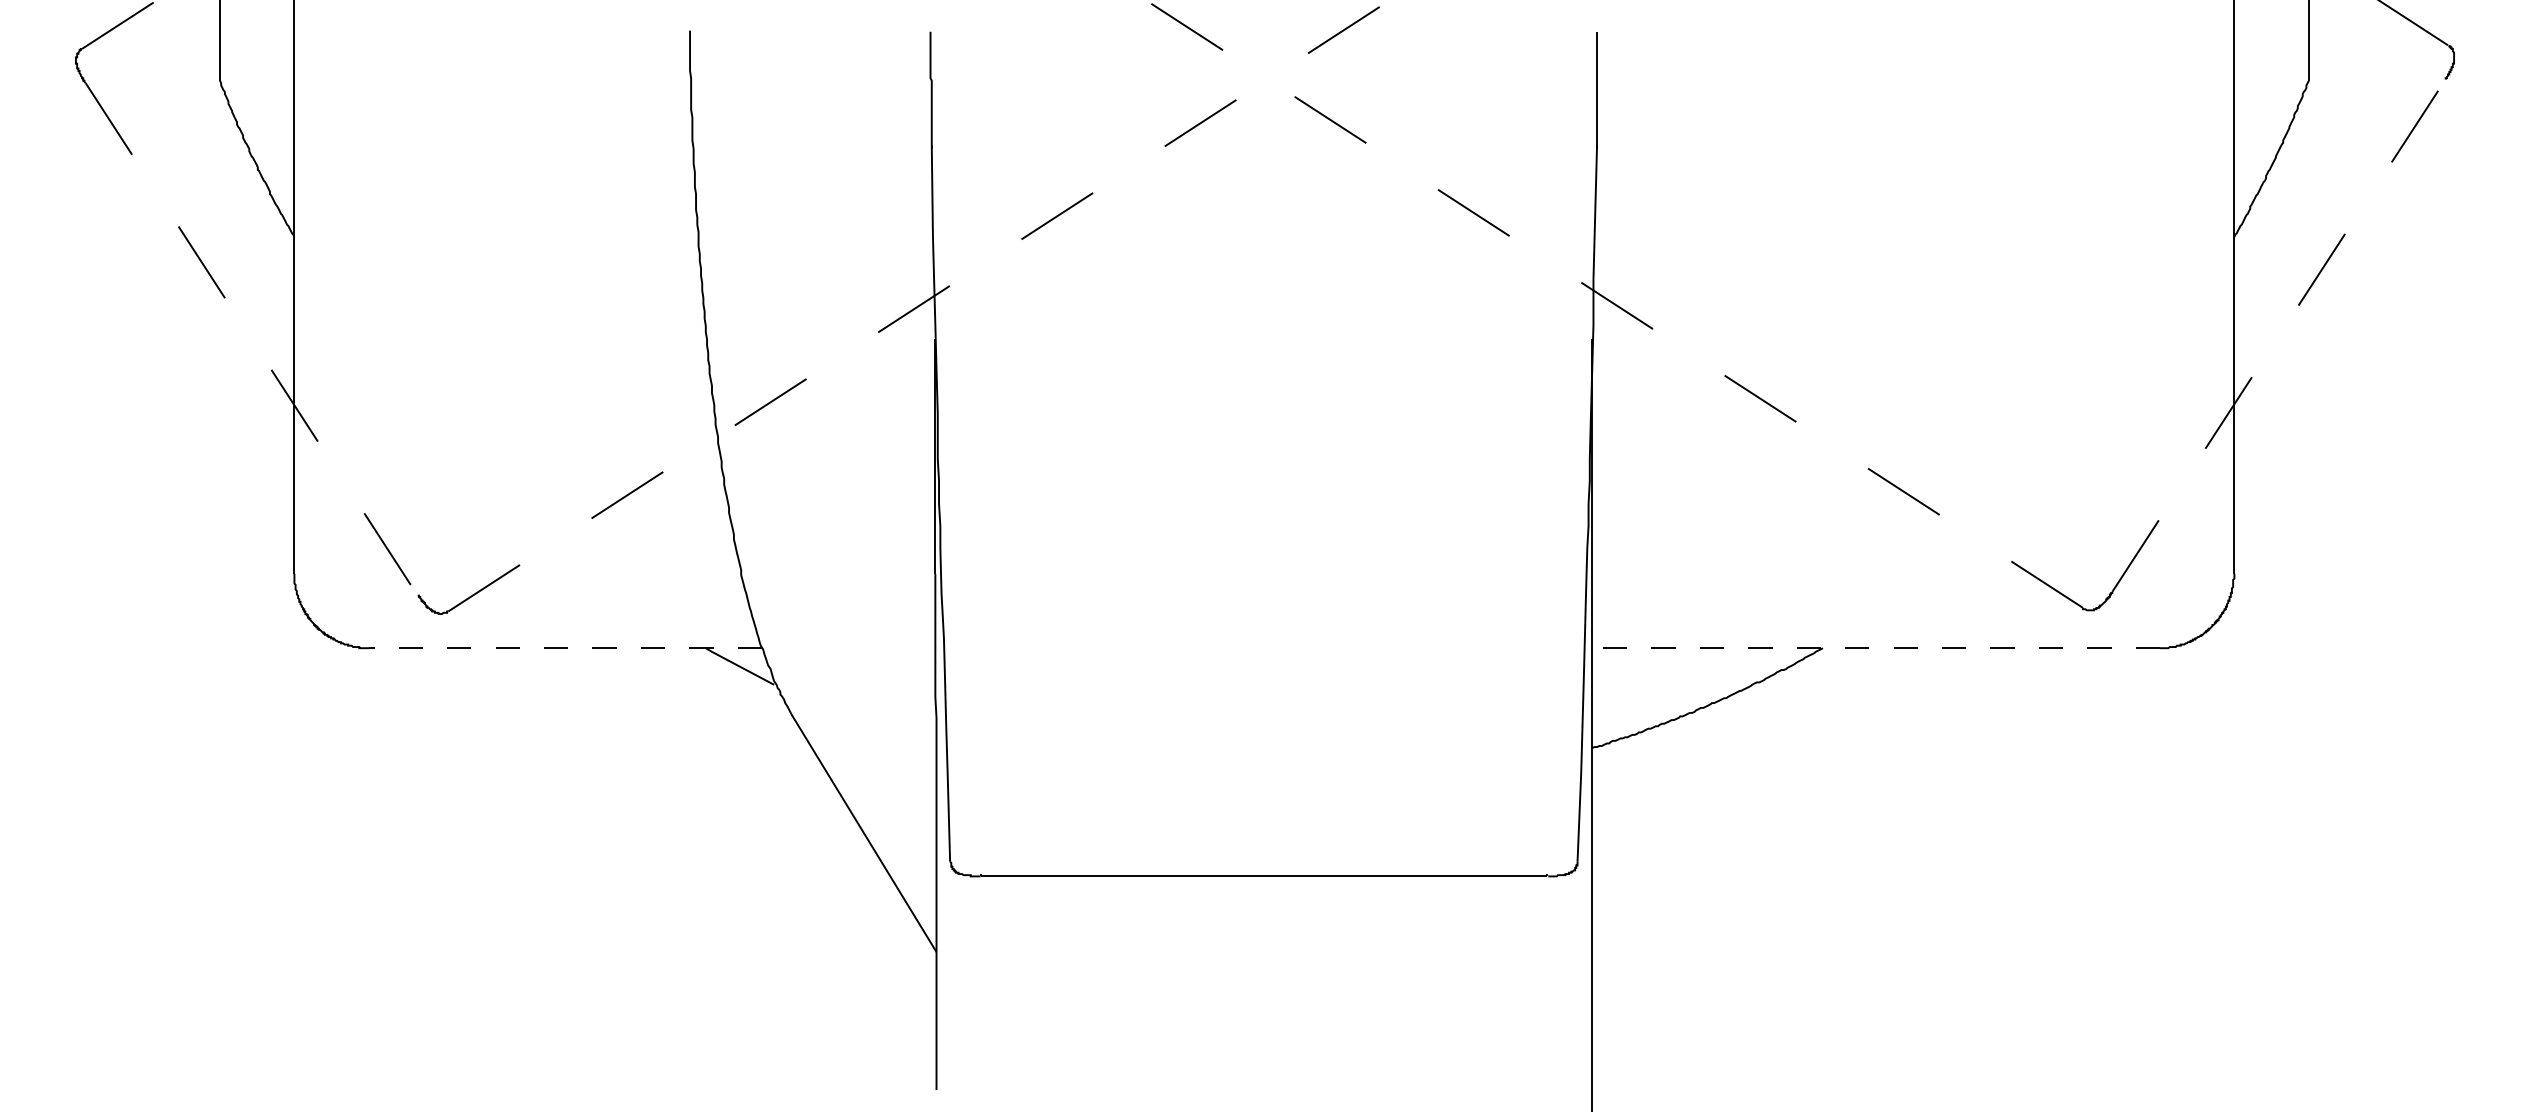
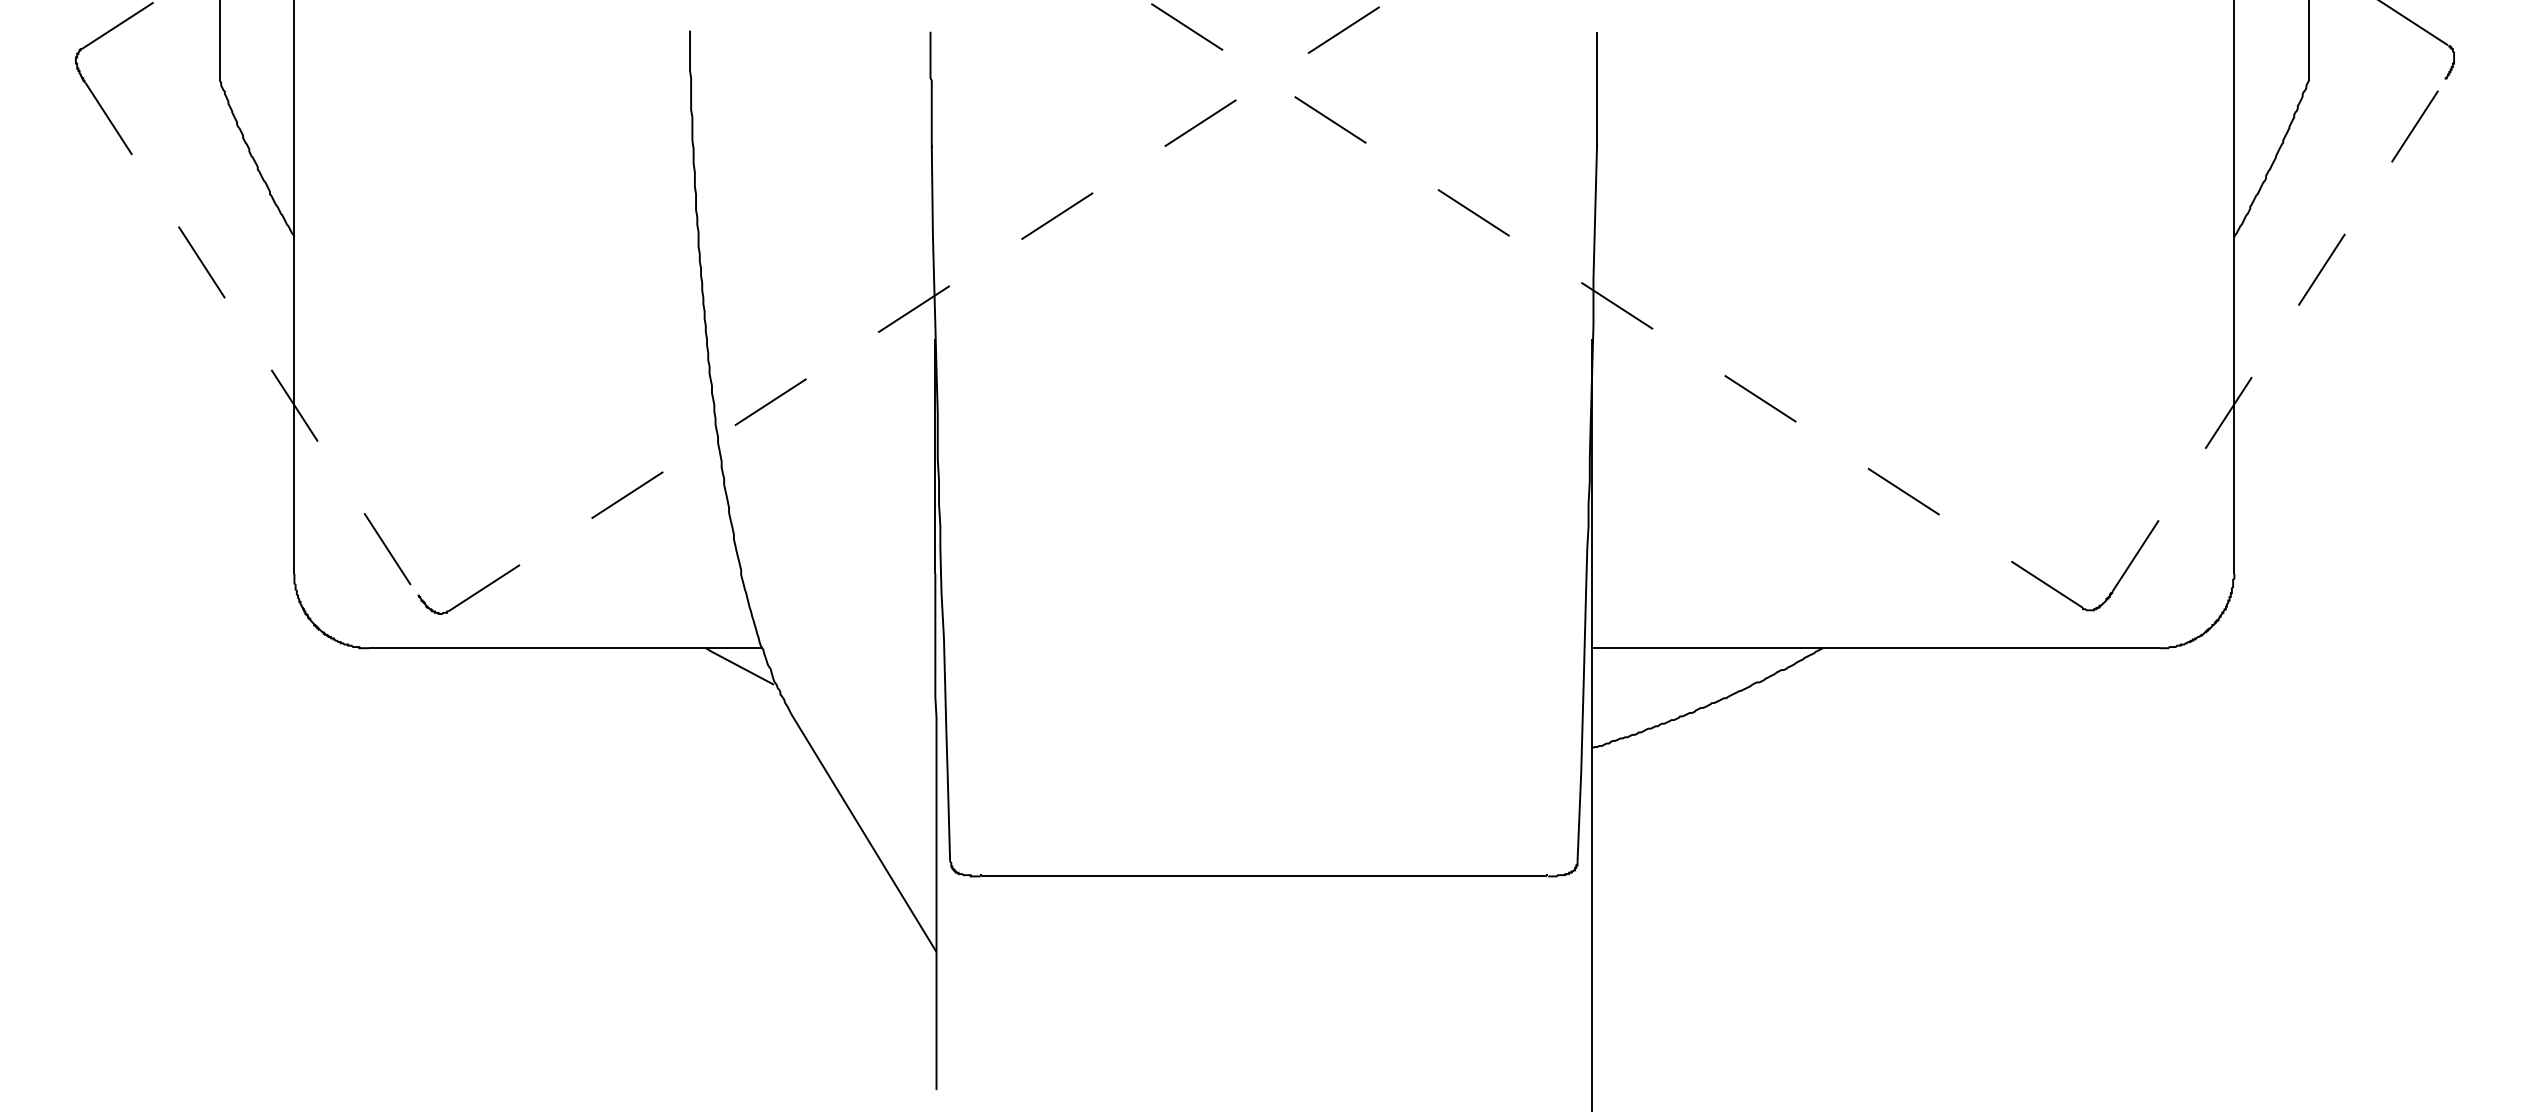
line at (564, 648): dashed -> solid
line at (1876, 648): dashed -> solid
